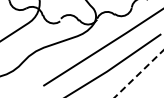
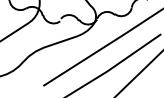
line at (139, 73): dashed -> solid
